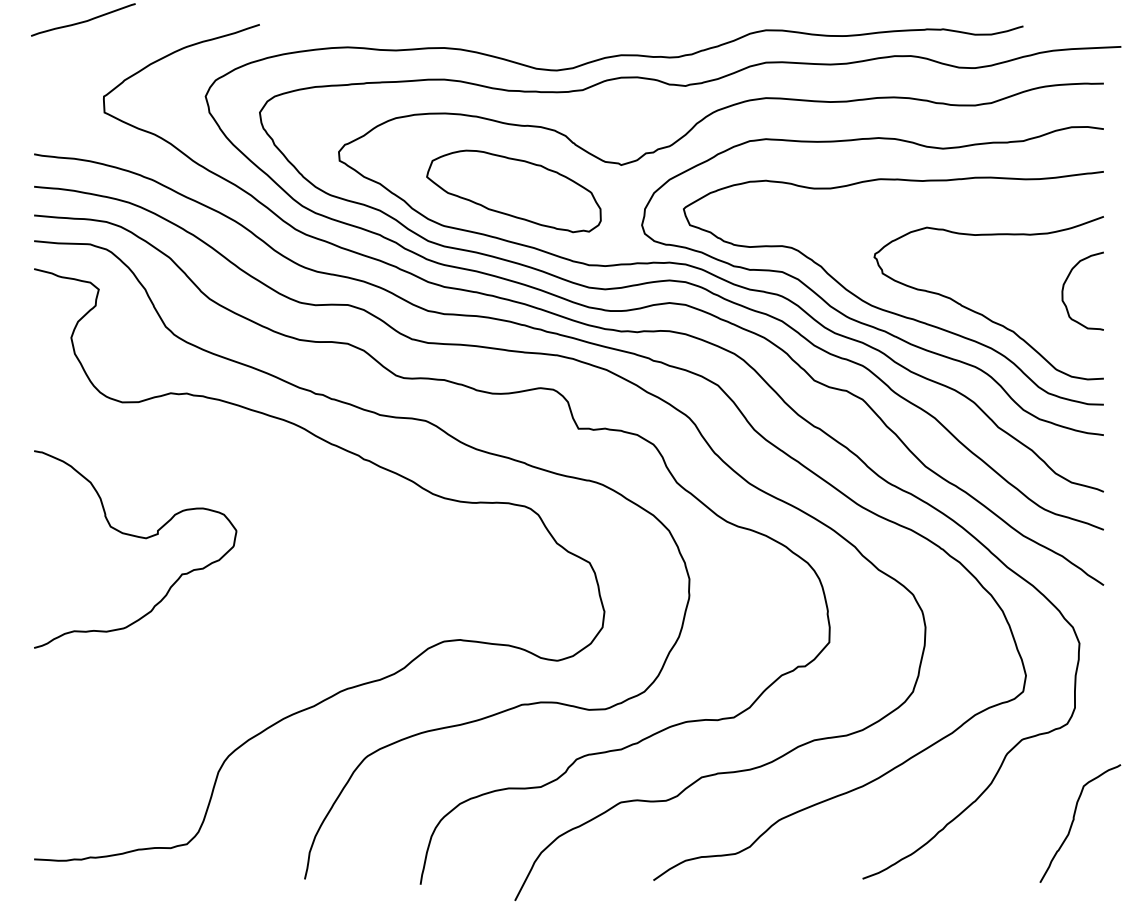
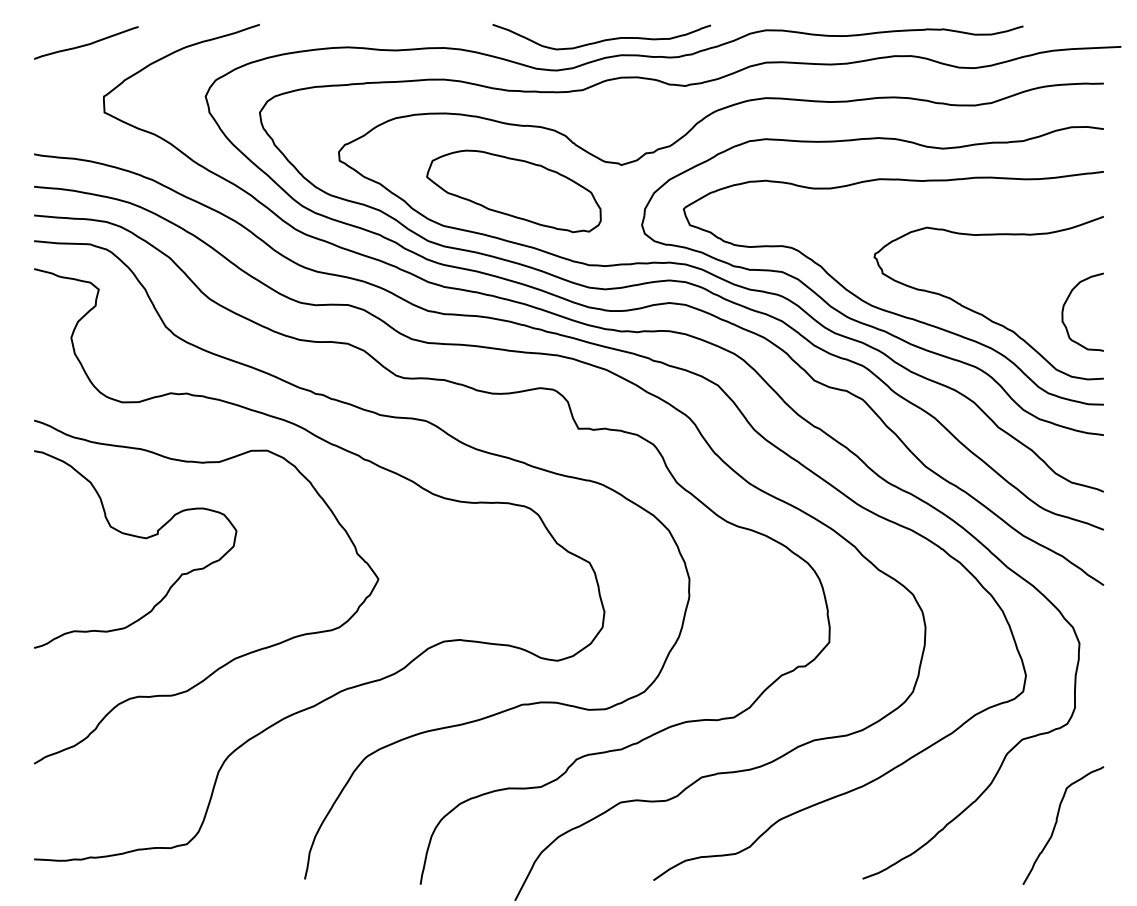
curve at (84, 20) position: (84, 20) -> (87, 43)
curve at (603, 39): none -> present
curve at (1064, 287) position: (1064, 287) -> (1064, 308)
curve at (237, 656): none -> present
curve at (1074, 820) position: (1074, 820) -> (1057, 822)
